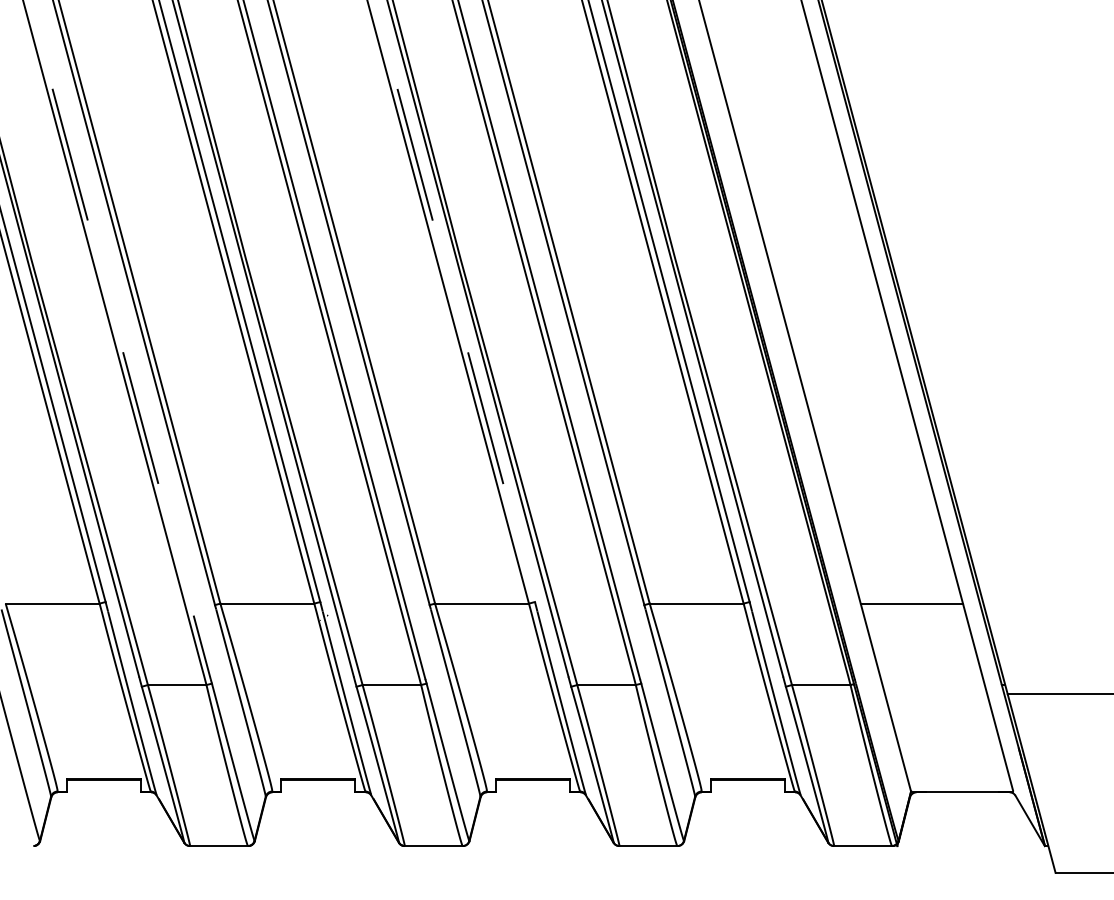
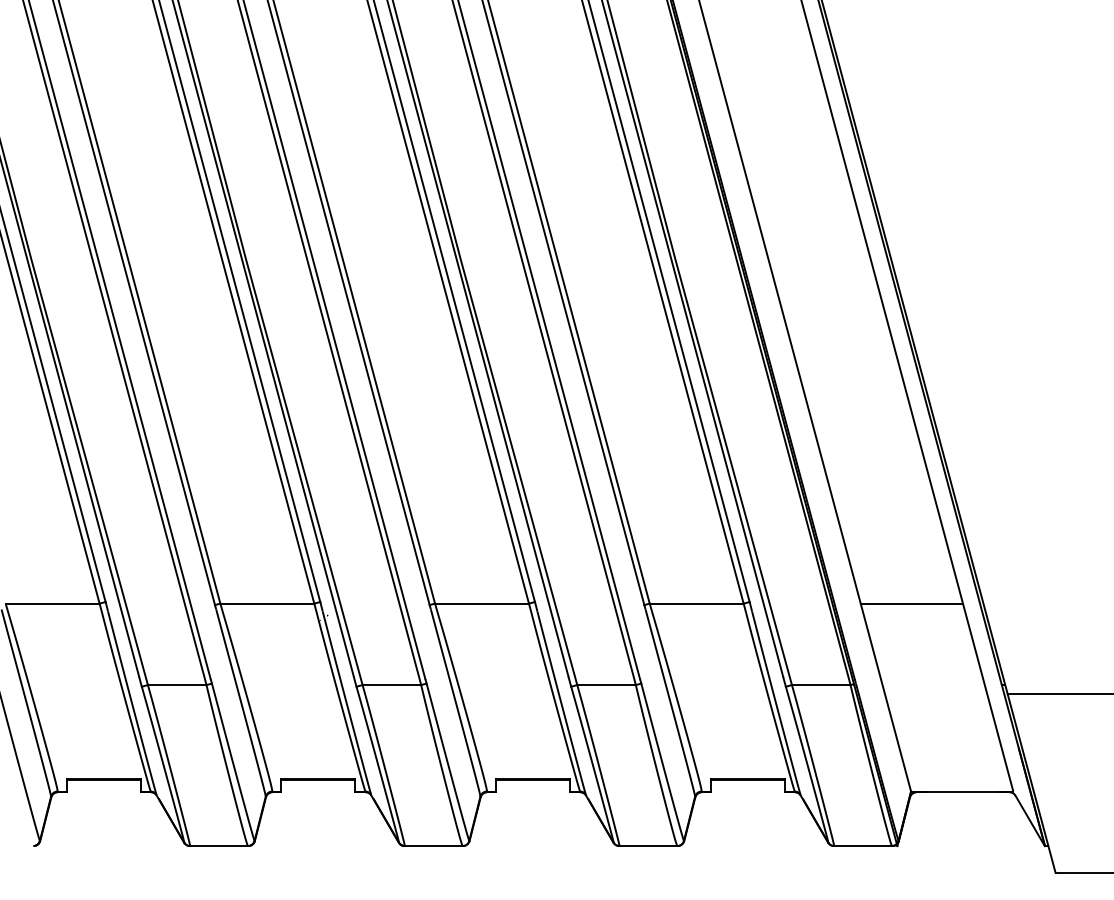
line at (454, 301): dashed -> solid
line at (119, 340): dashed -> solid
